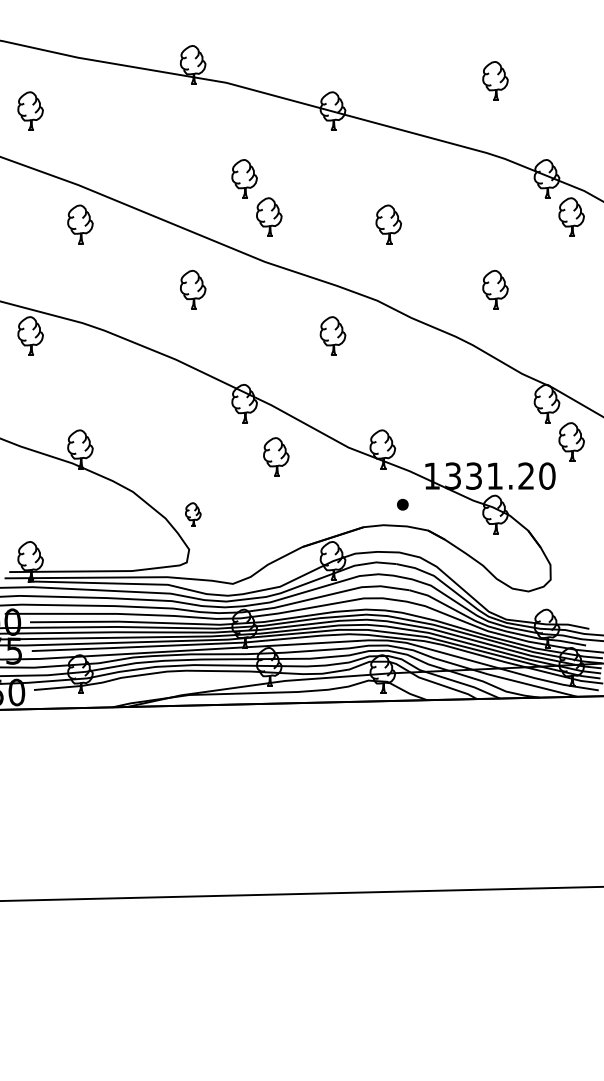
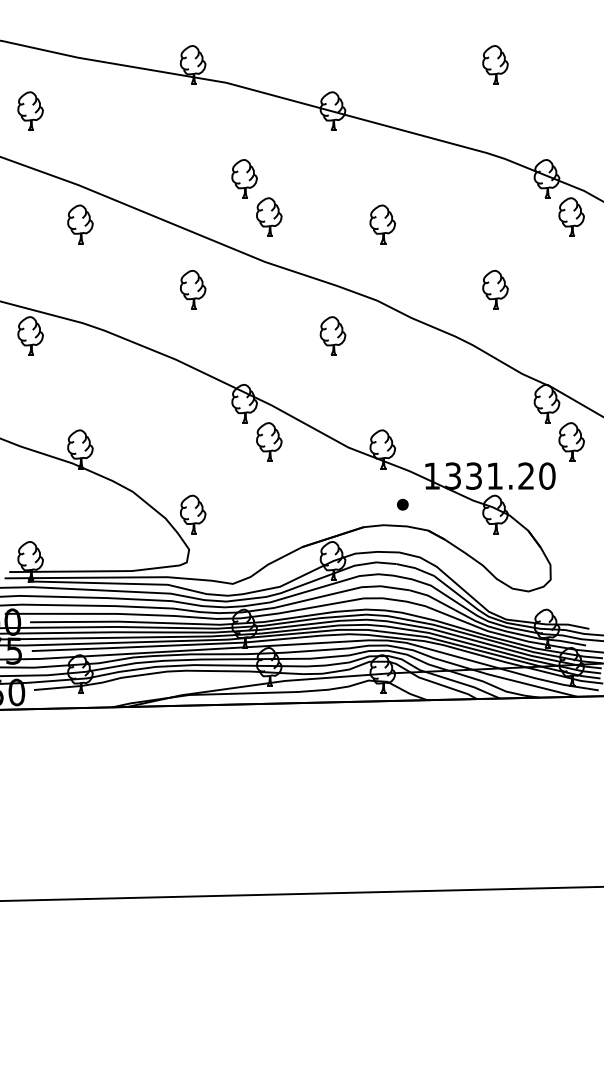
part at (495, 80) position: (495, 80) -> (495, 64)
part at (388, 224) position: (388, 224) -> (382, 224)
part at (276, 456) position: (276, 456) -> (269, 441)
part at (193, 514) size: 17x25 px -> 27x41 px
